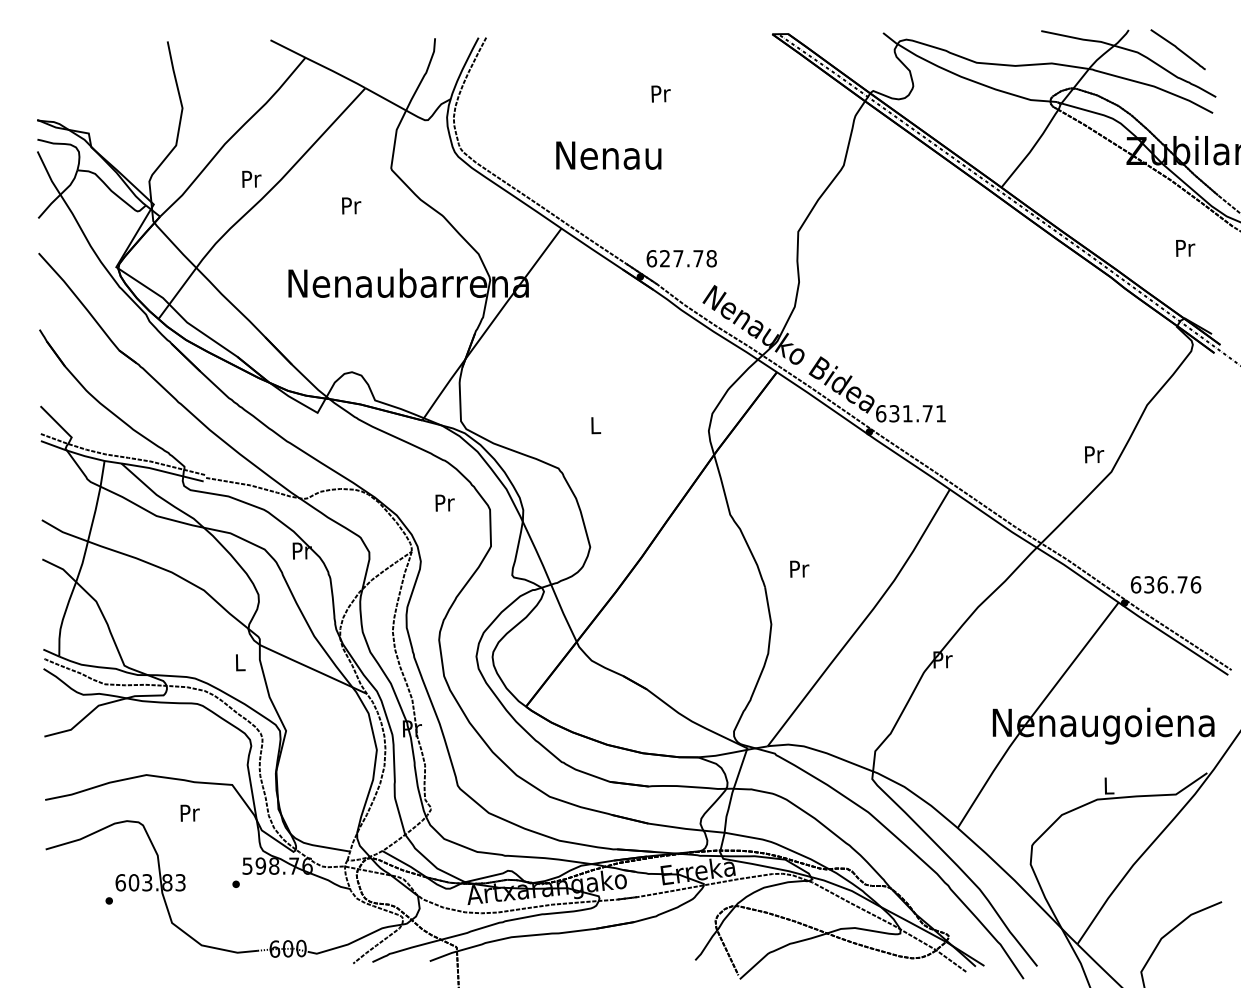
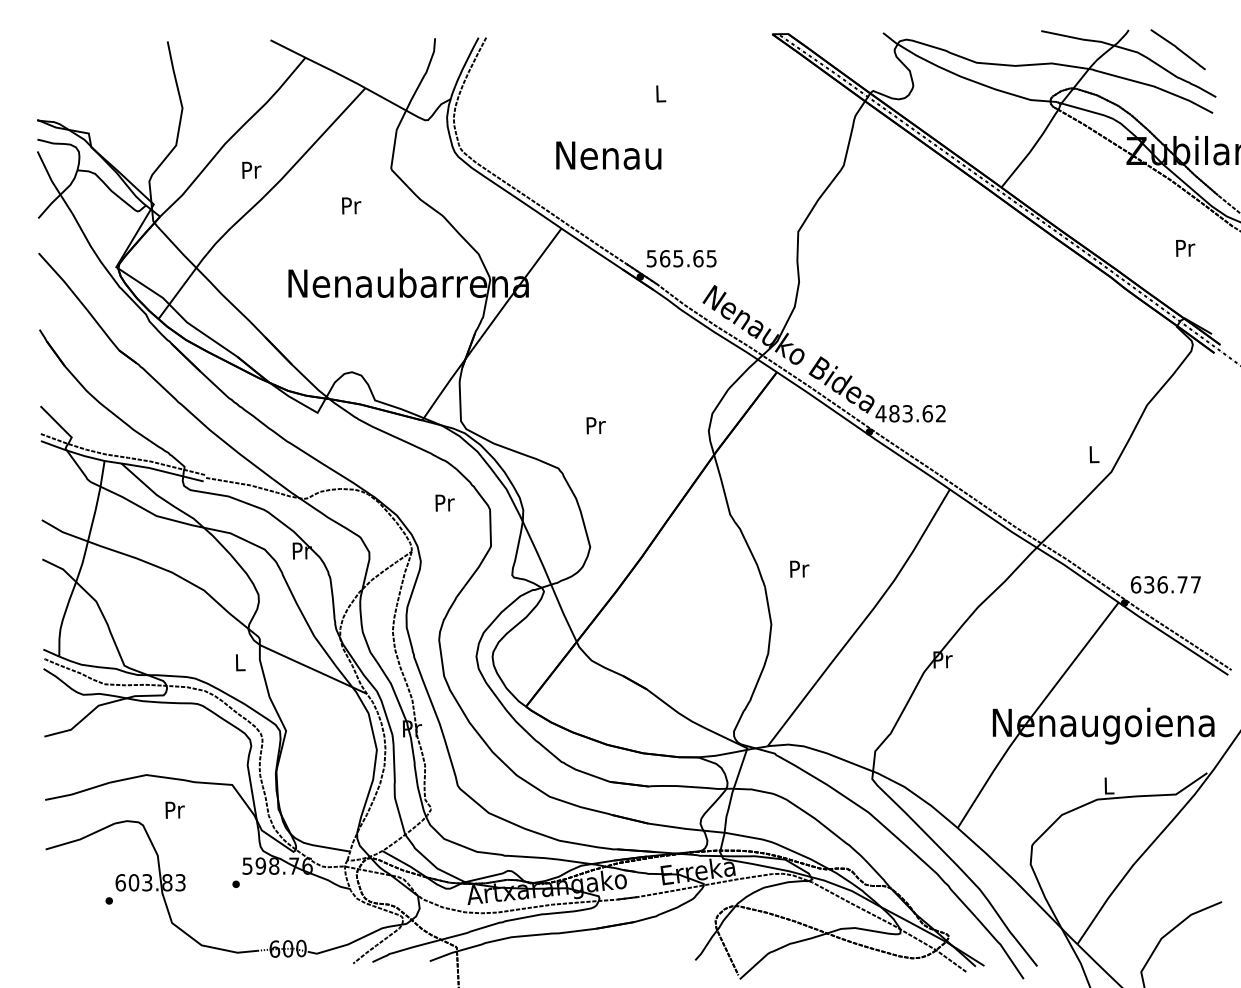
text at (660, 93): Pr -> L
text at (251, 178) position: (251, 178) -> (251, 169)
text at (681, 258): 627.78 -> 565.65
text at (910, 413): 631.71 -> 483.62
text at (595, 425): L -> Pr
text at (1094, 454): Pr -> L
text at (1195, 584): 636.76 -> 636.77
text at (189, 812) position: (189, 812) -> (174, 809)
